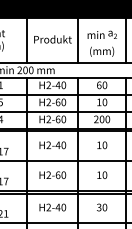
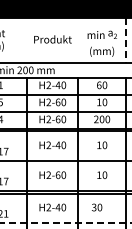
line at (27, 40): present -> none
line at (78, 40): present -> none
line at (126, 41): solid -> dashed
text at (102, 207) position: (102, 207) -> (97, 207)
line at (65, 223): solid -> dashed
